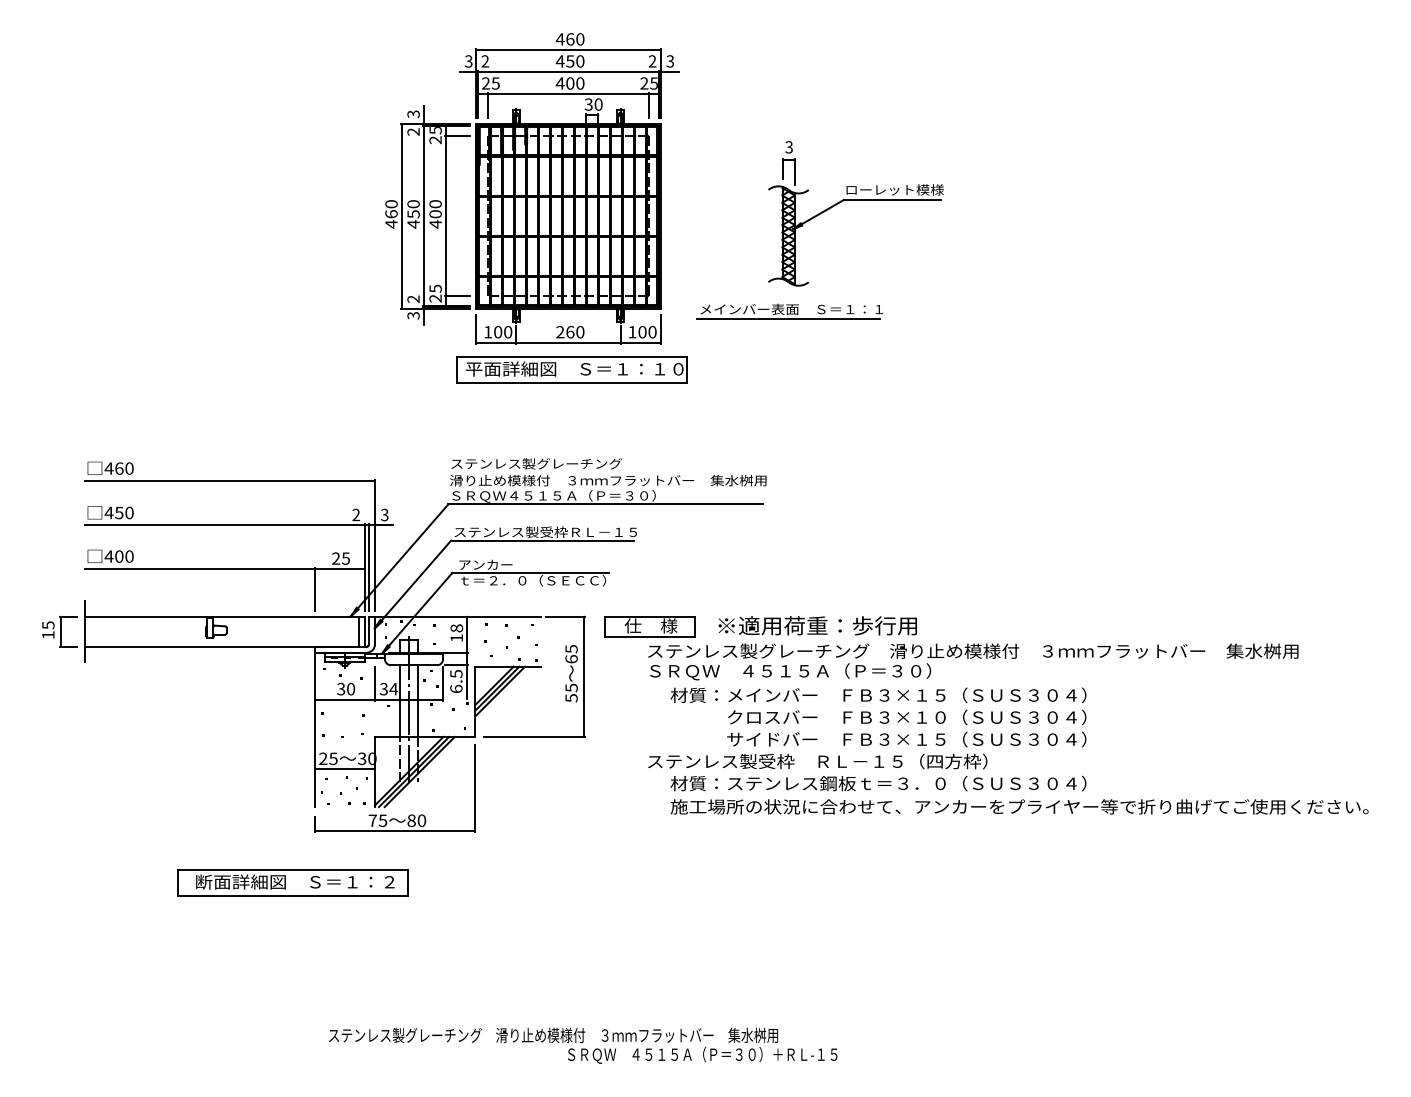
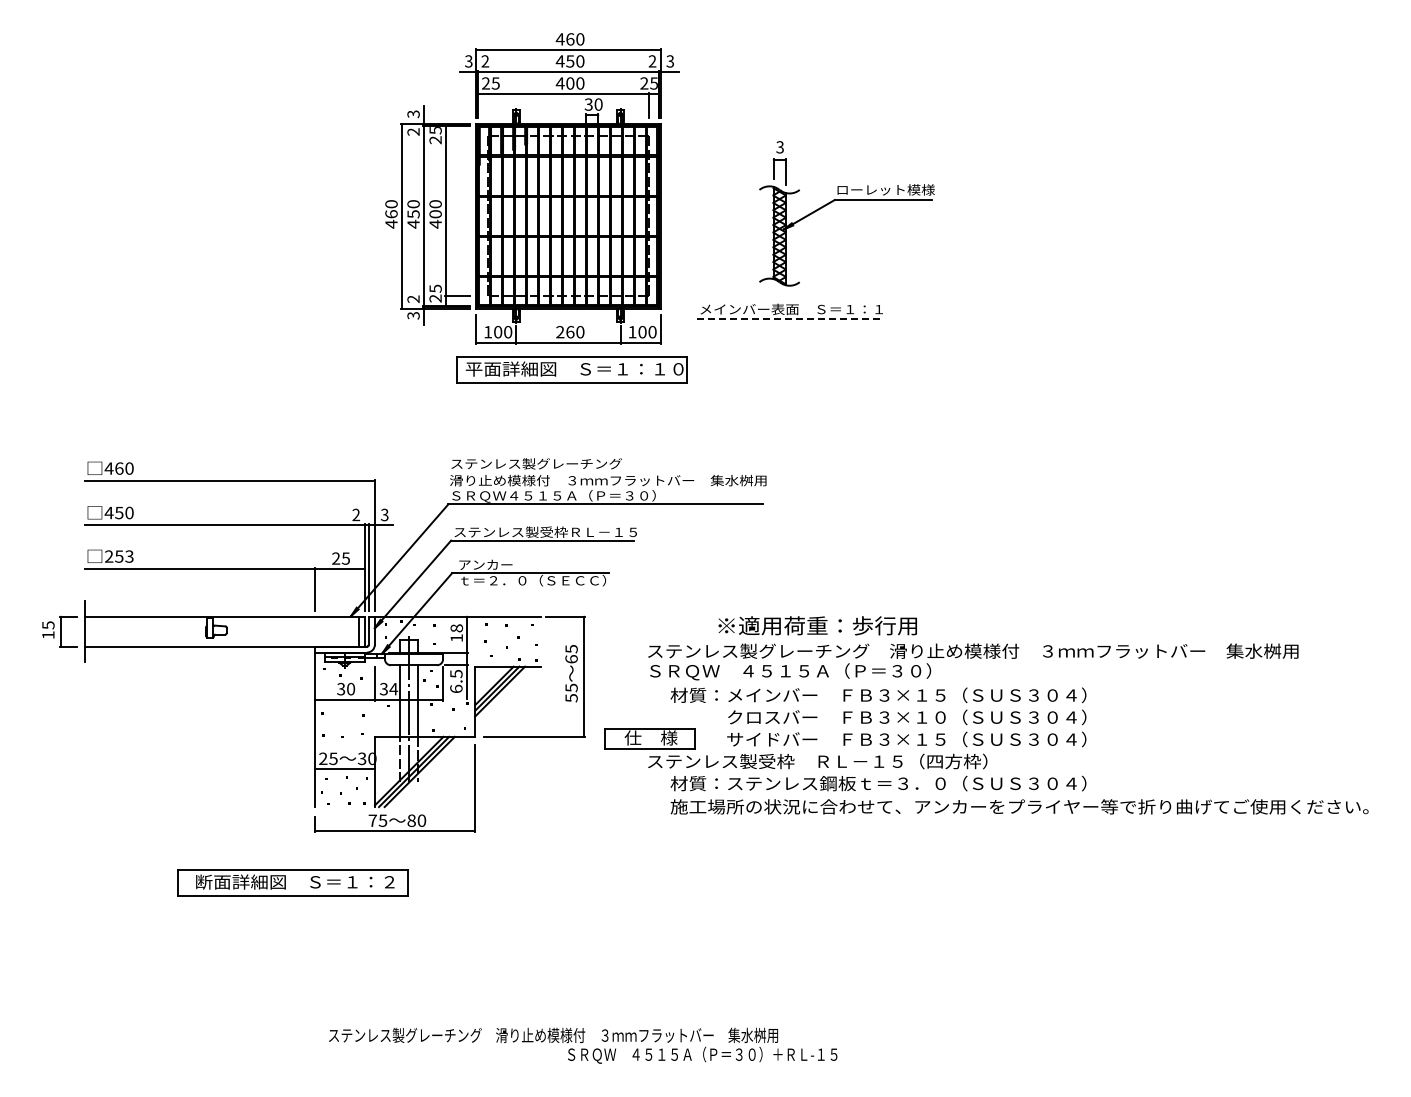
line at (488, 104): present -> none
line at (457, 136): present -> none
part at (855, 200) position: (855, 200) -> (846, 200)
line at (789, 318): solid -> dashed
text at (118, 556): 400 -> 253
part at (649, 626) position: (649, 626) -> (649, 738)
